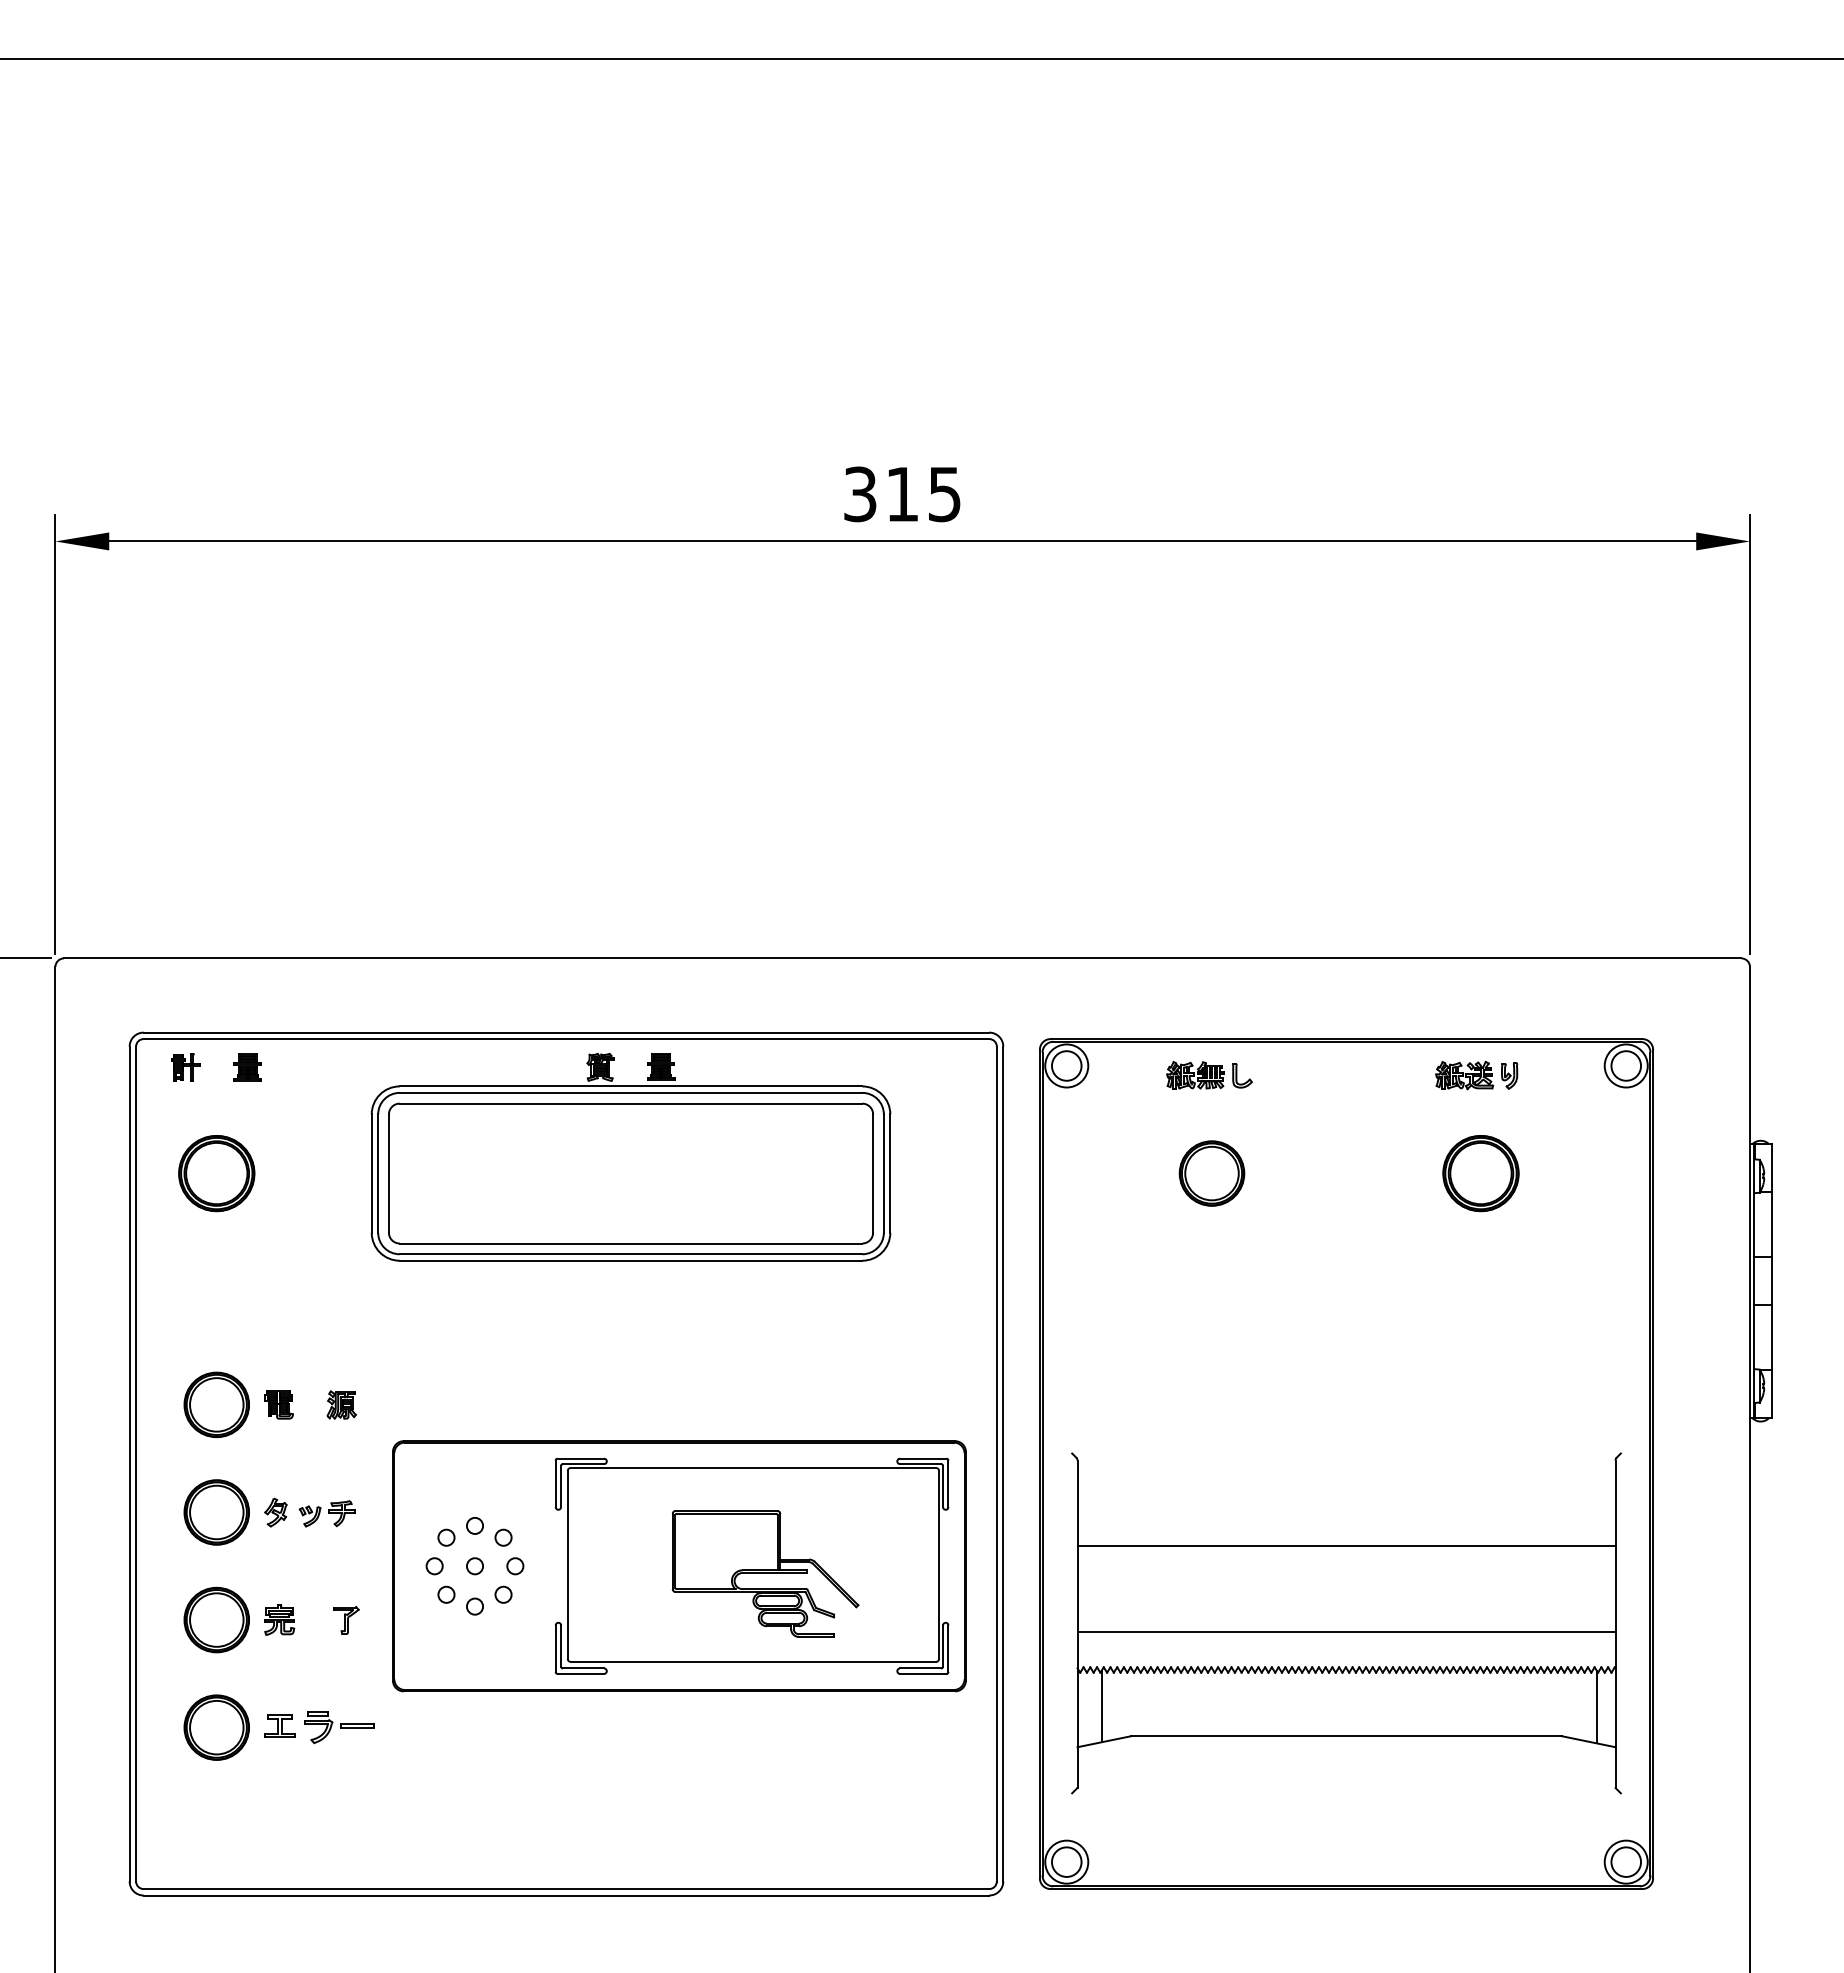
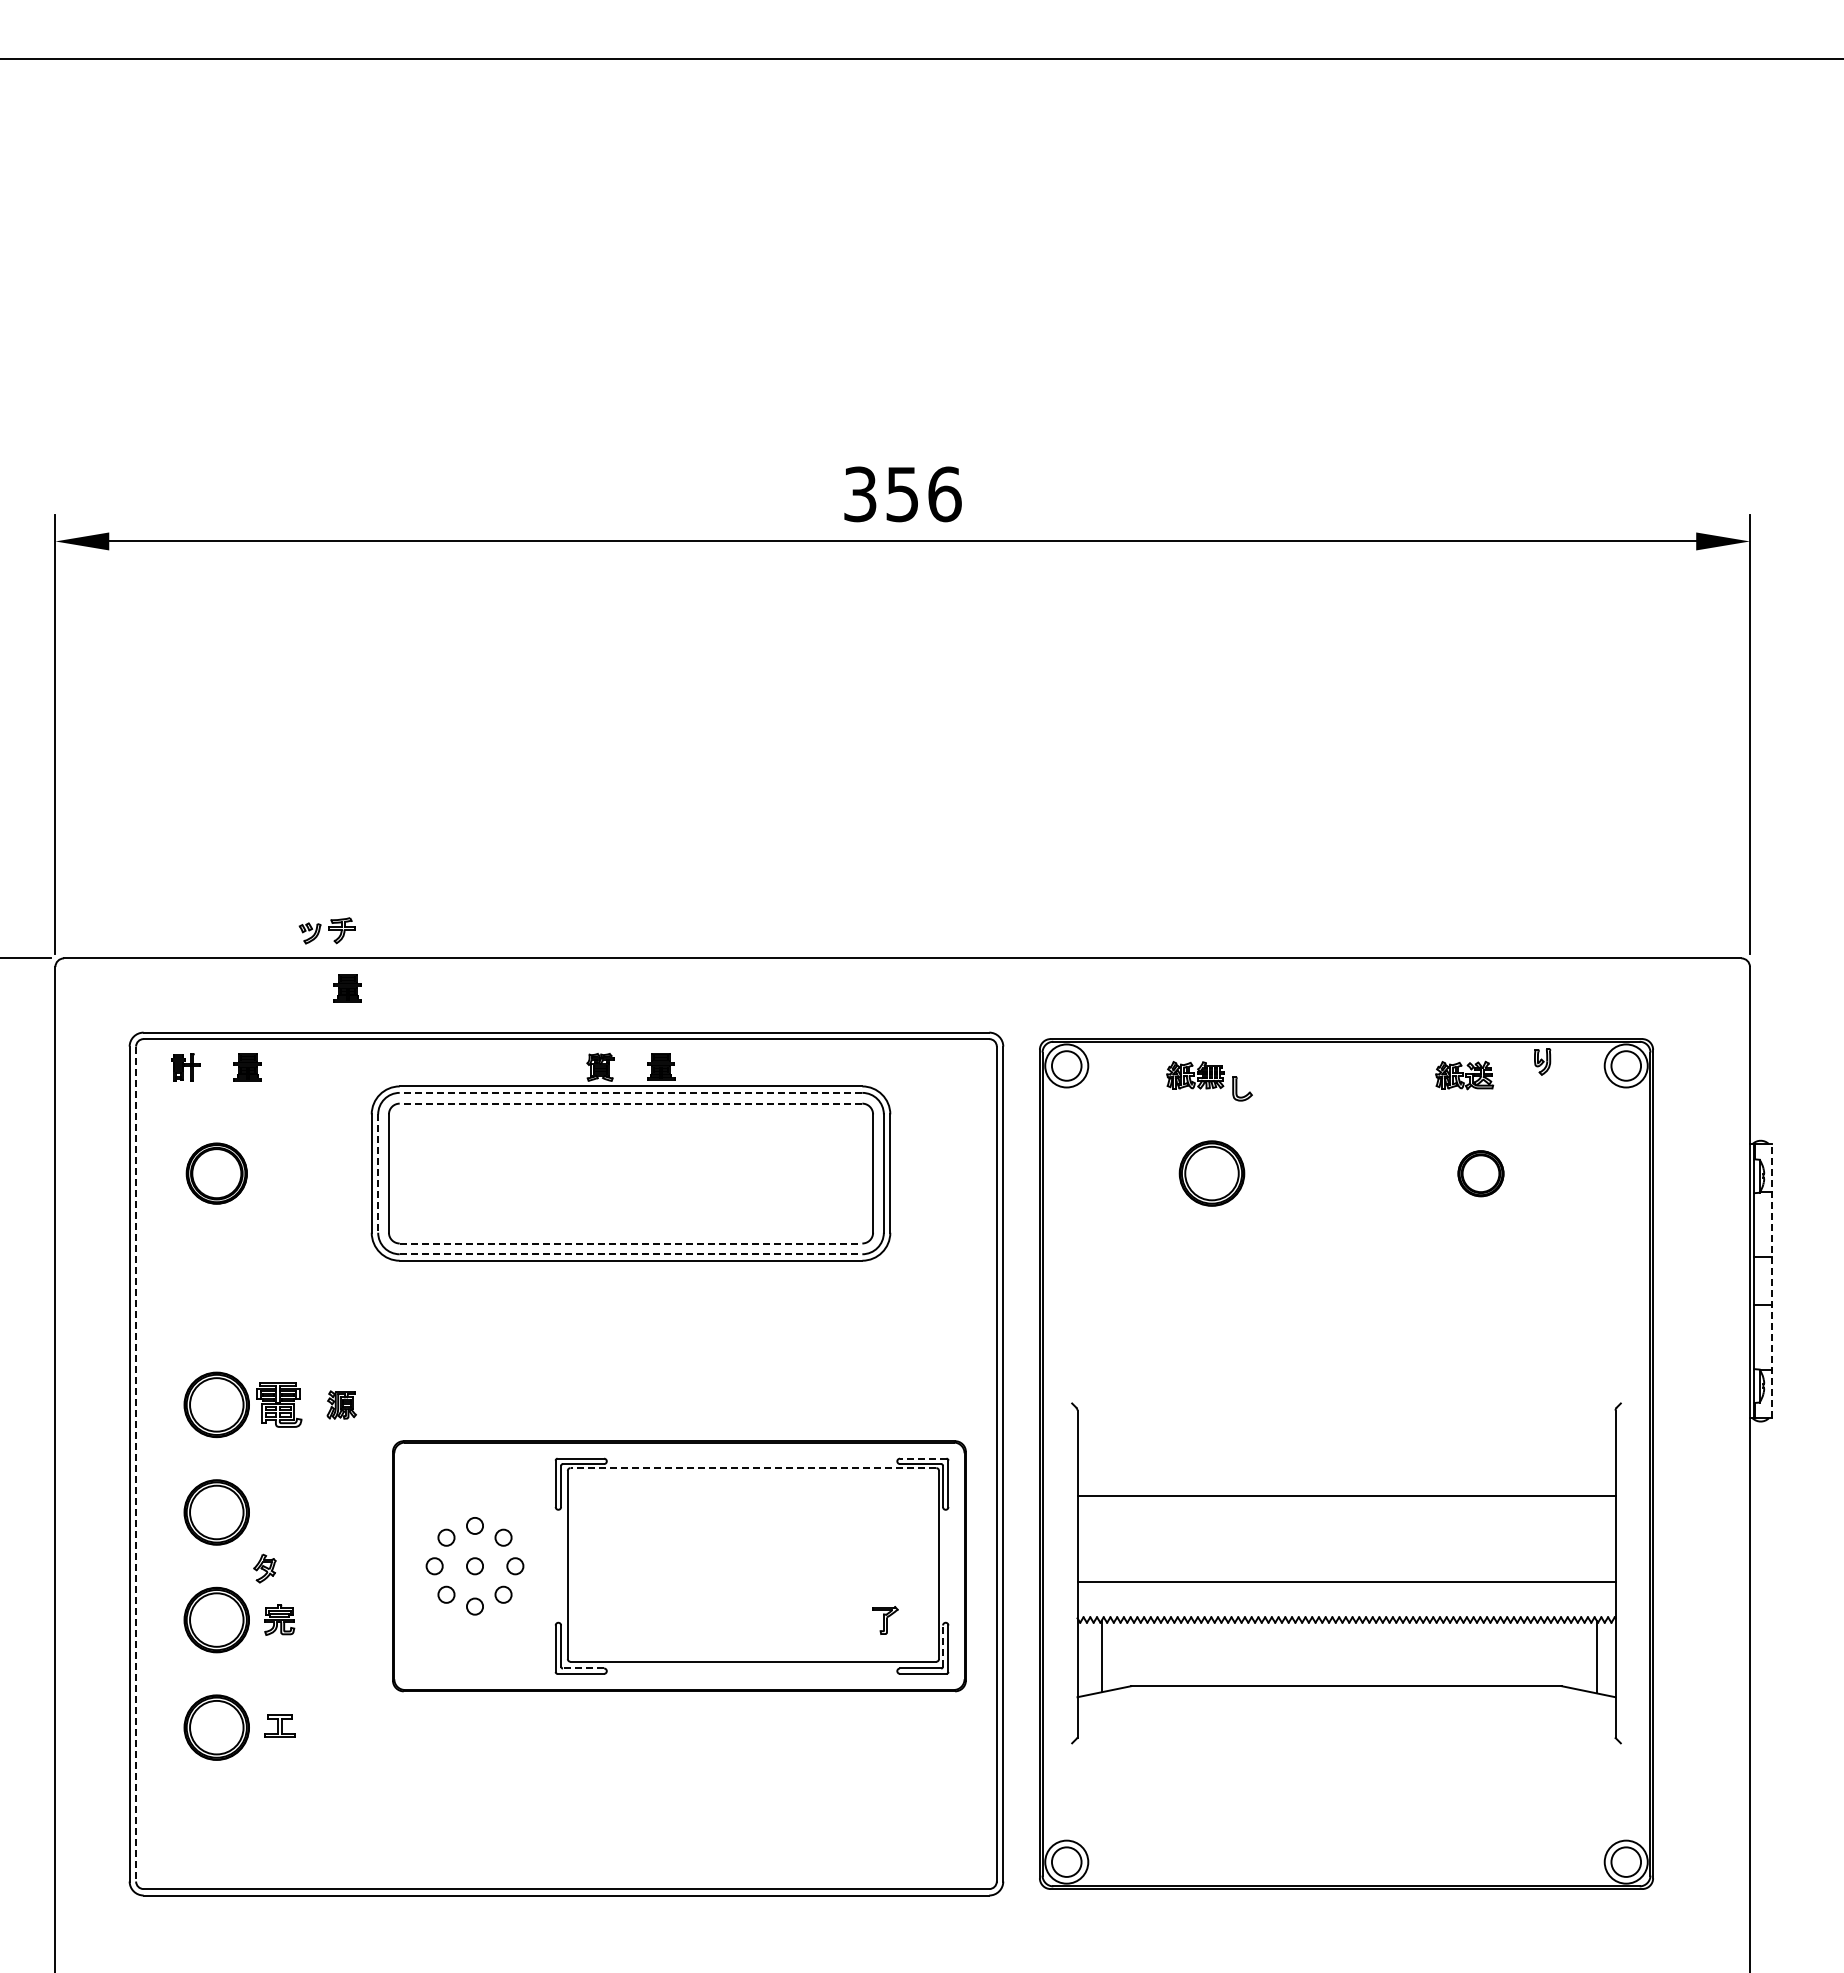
text at (923, 494): 315 -> 356
part at (347, 988): none -> present
part at (1242, 1075) position: (1242, 1075) -> (1242, 1088)
part at (1509, 1075) position: (1509, 1075) -> (1542, 1061)
line at (630, 1092): solid -> dashed
line at (630, 1103): solid -> dashed
part at (216, 1173) size: 78x78 px -> 63x63 px
part at (1480, 1173) size: 78x78 px -> 48x48 px
line at (378, 1174): solid -> dashed
line at (631, 1243): solid -> dashed
line at (631, 1254): solid -> dashed
line at (1771, 1280): solid -> dashed
part at (278, 1404) size: 30x30 px -> 47x46 px
line at (922, 1458): solid -> dashed
line at (136, 1464): solid -> dashed
line at (753, 1468): solid -> dashed
part at (275, 1512) position: (275, 1512) -> (264, 1568)
part at (326, 1513) position: (326, 1513) -> (326, 930)
part at (765, 1573): present -> none
part at (346, 1620) position: (346, 1620) -> (885, 1620)
part at (1346, 1623) position: (1346, 1623) -> (1346, 1573)
line at (943, 1646): solid -> dashed
line at (583, 1668): solid -> dashed
part at (339, 1727): present -> none
